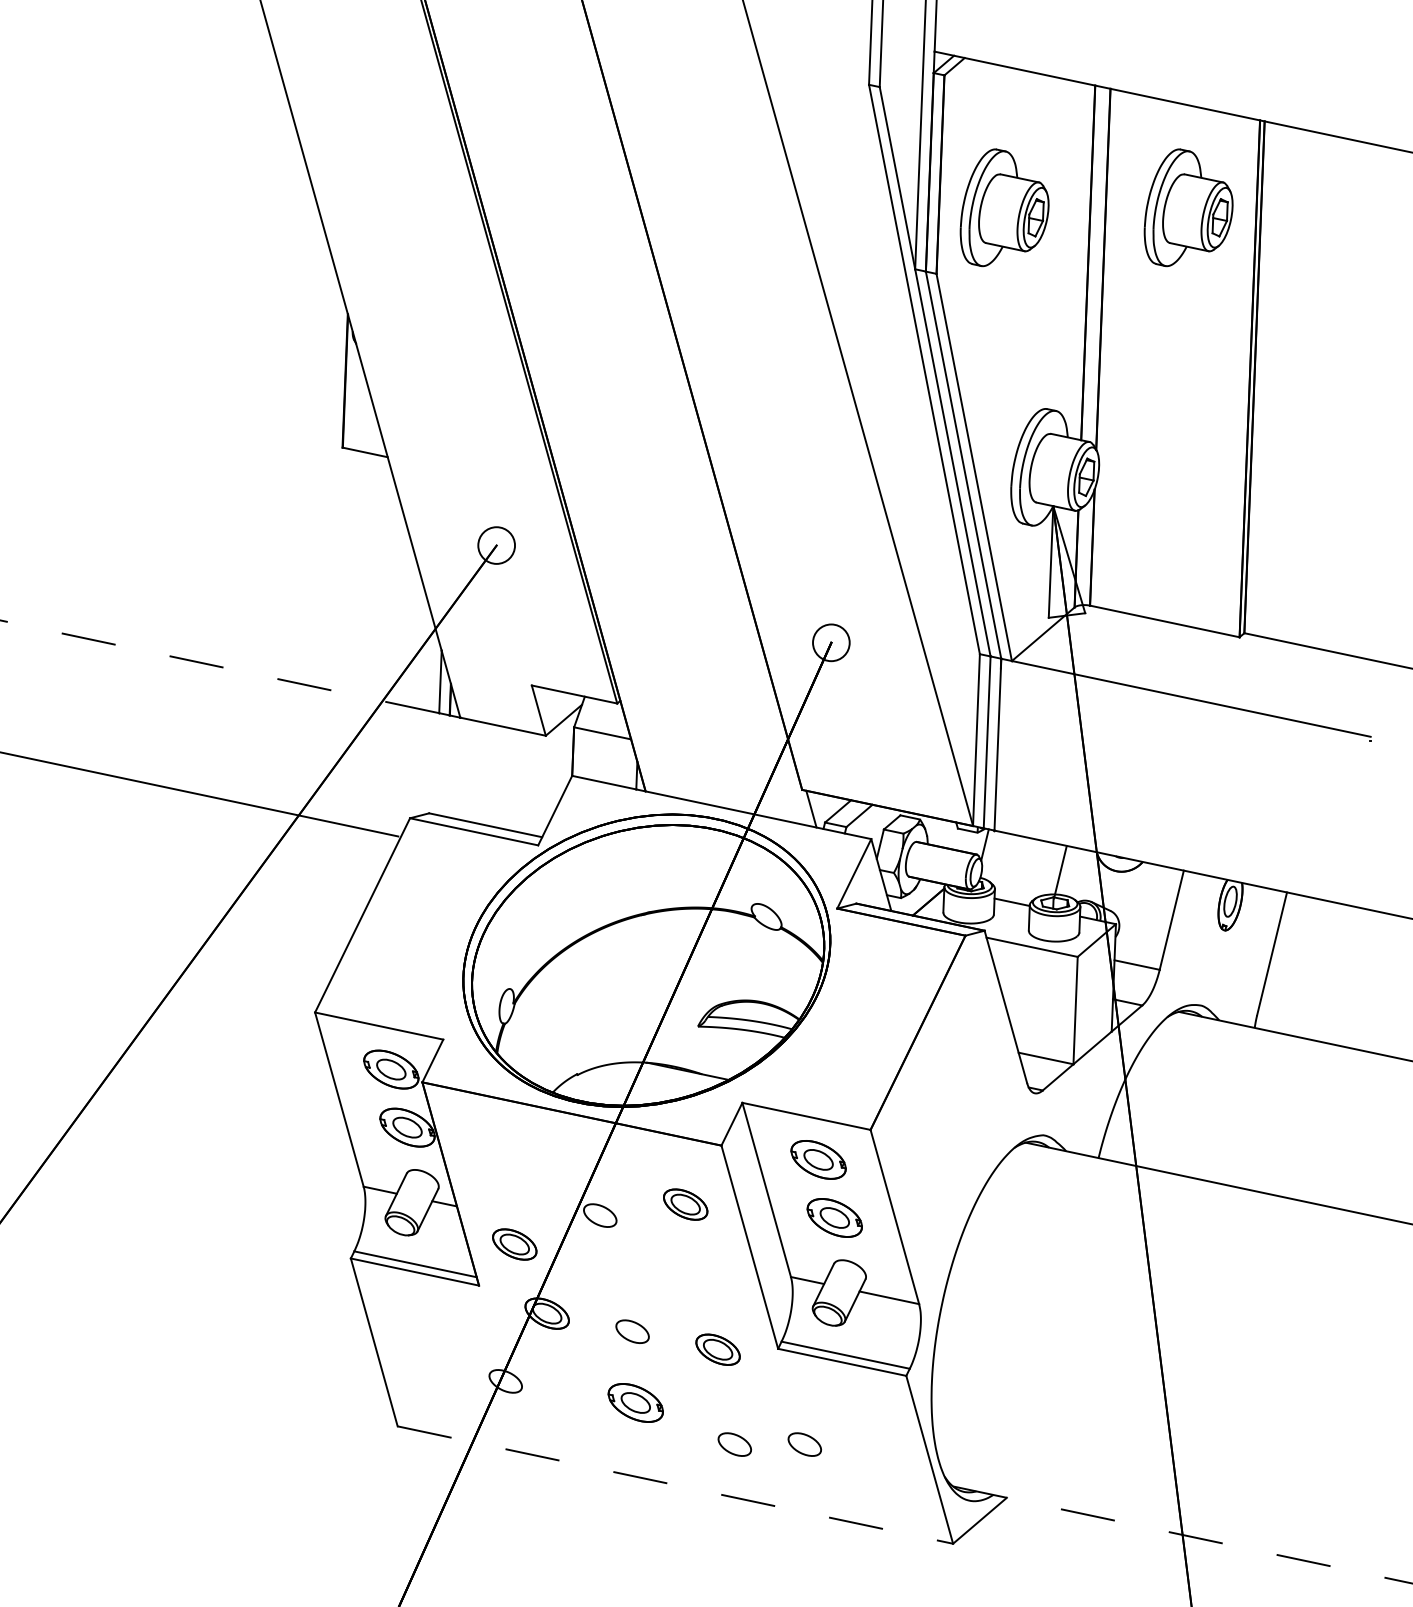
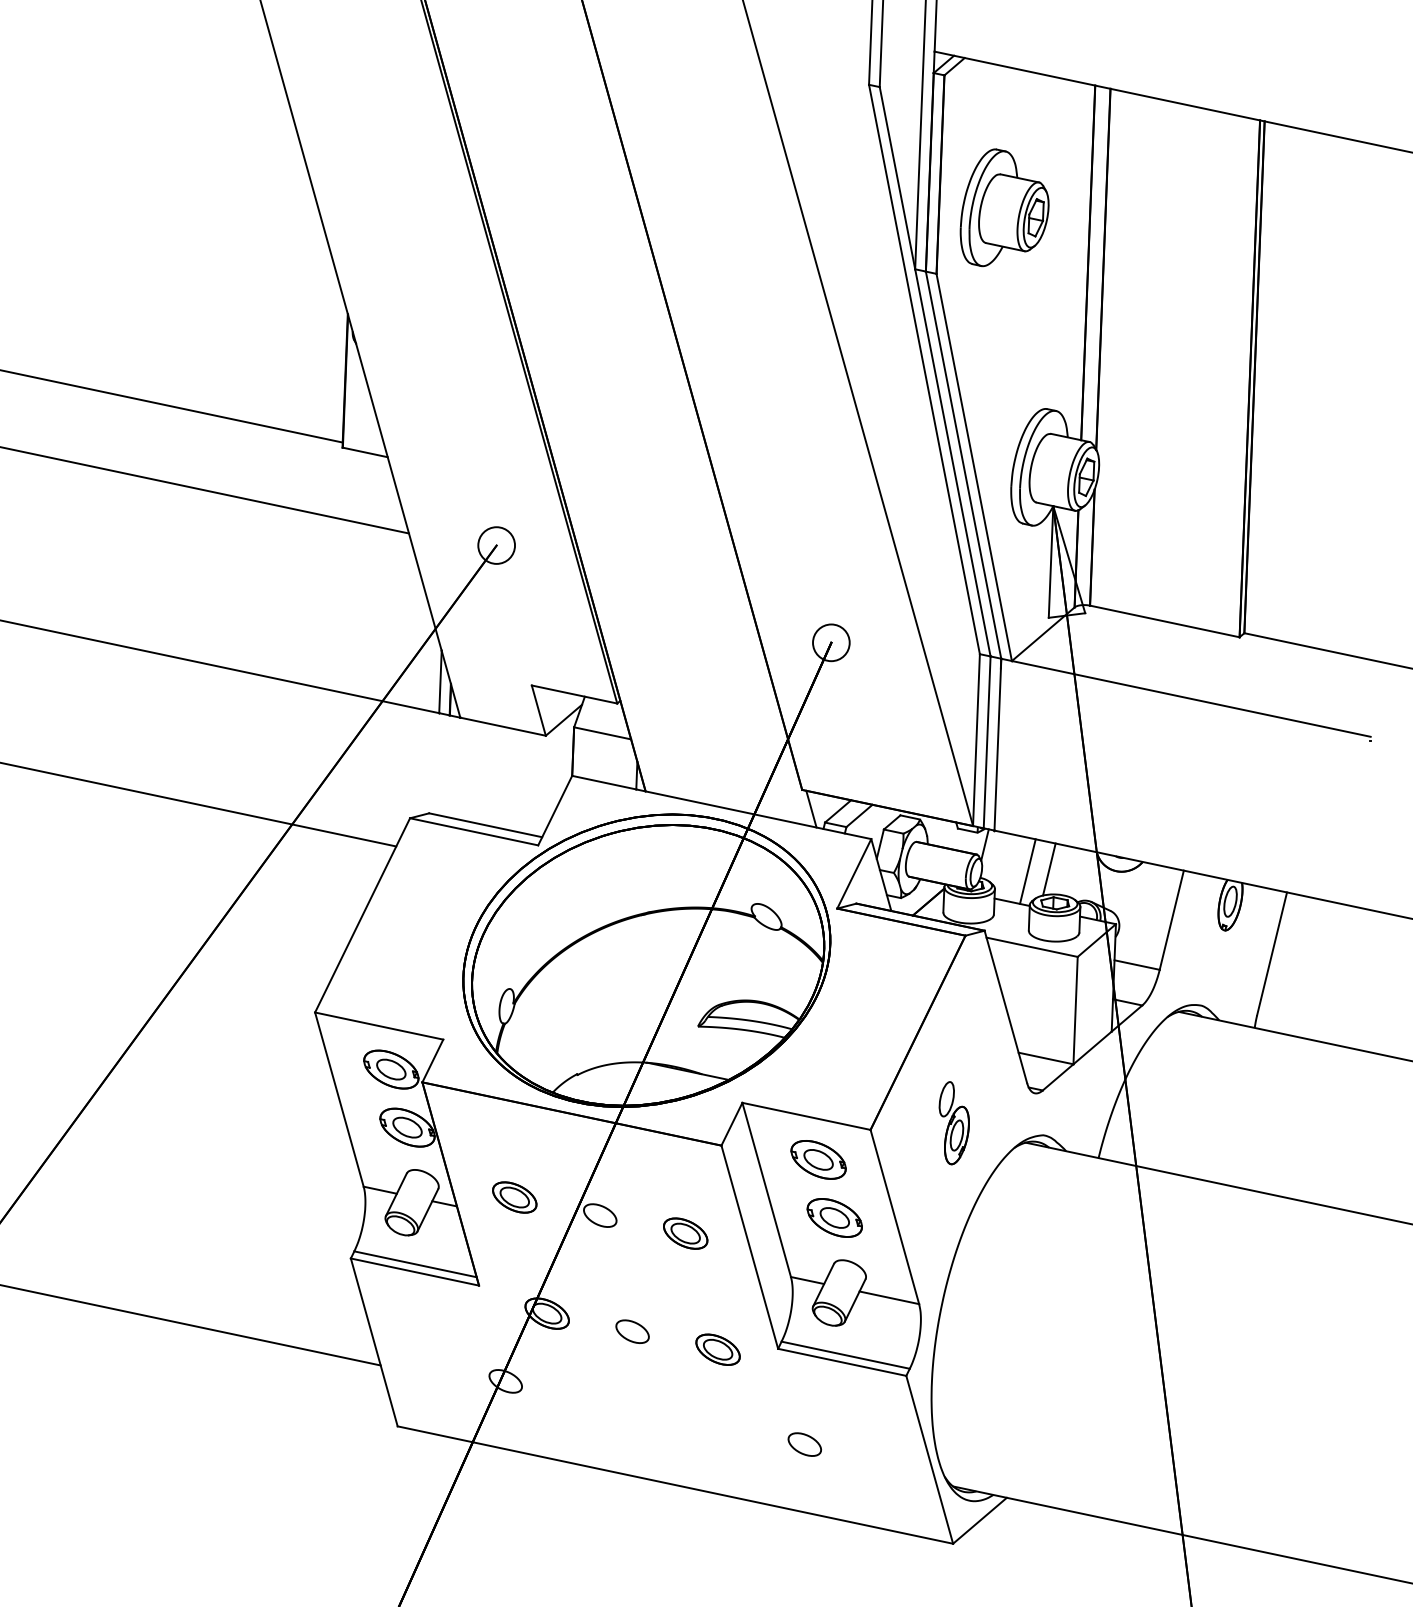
part at (1188, 207): present -> none
line at (172, 406): none -> present
line at (205, 490): none -> present
line at (220, 666): dashed -> solid
line at (200, 794) position: (200, 794) -> (199, 804)
line at (1027, 871): none -> present
line at (1060, 872) position: (1060, 872) -> (1049, 869)
part at (953, 1123): none -> present
part at (685, 1204) position: (685, 1204) -> (685, 1233)
part at (514, 1244) position: (514, 1244) -> (514, 1197)
line at (191, 1325): none -> present
part at (635, 1402): present -> none
part at (734, 1444): present -> none
line at (675, 1485): dashed -> solid
line at (1182, 1535): dashed -> solid
